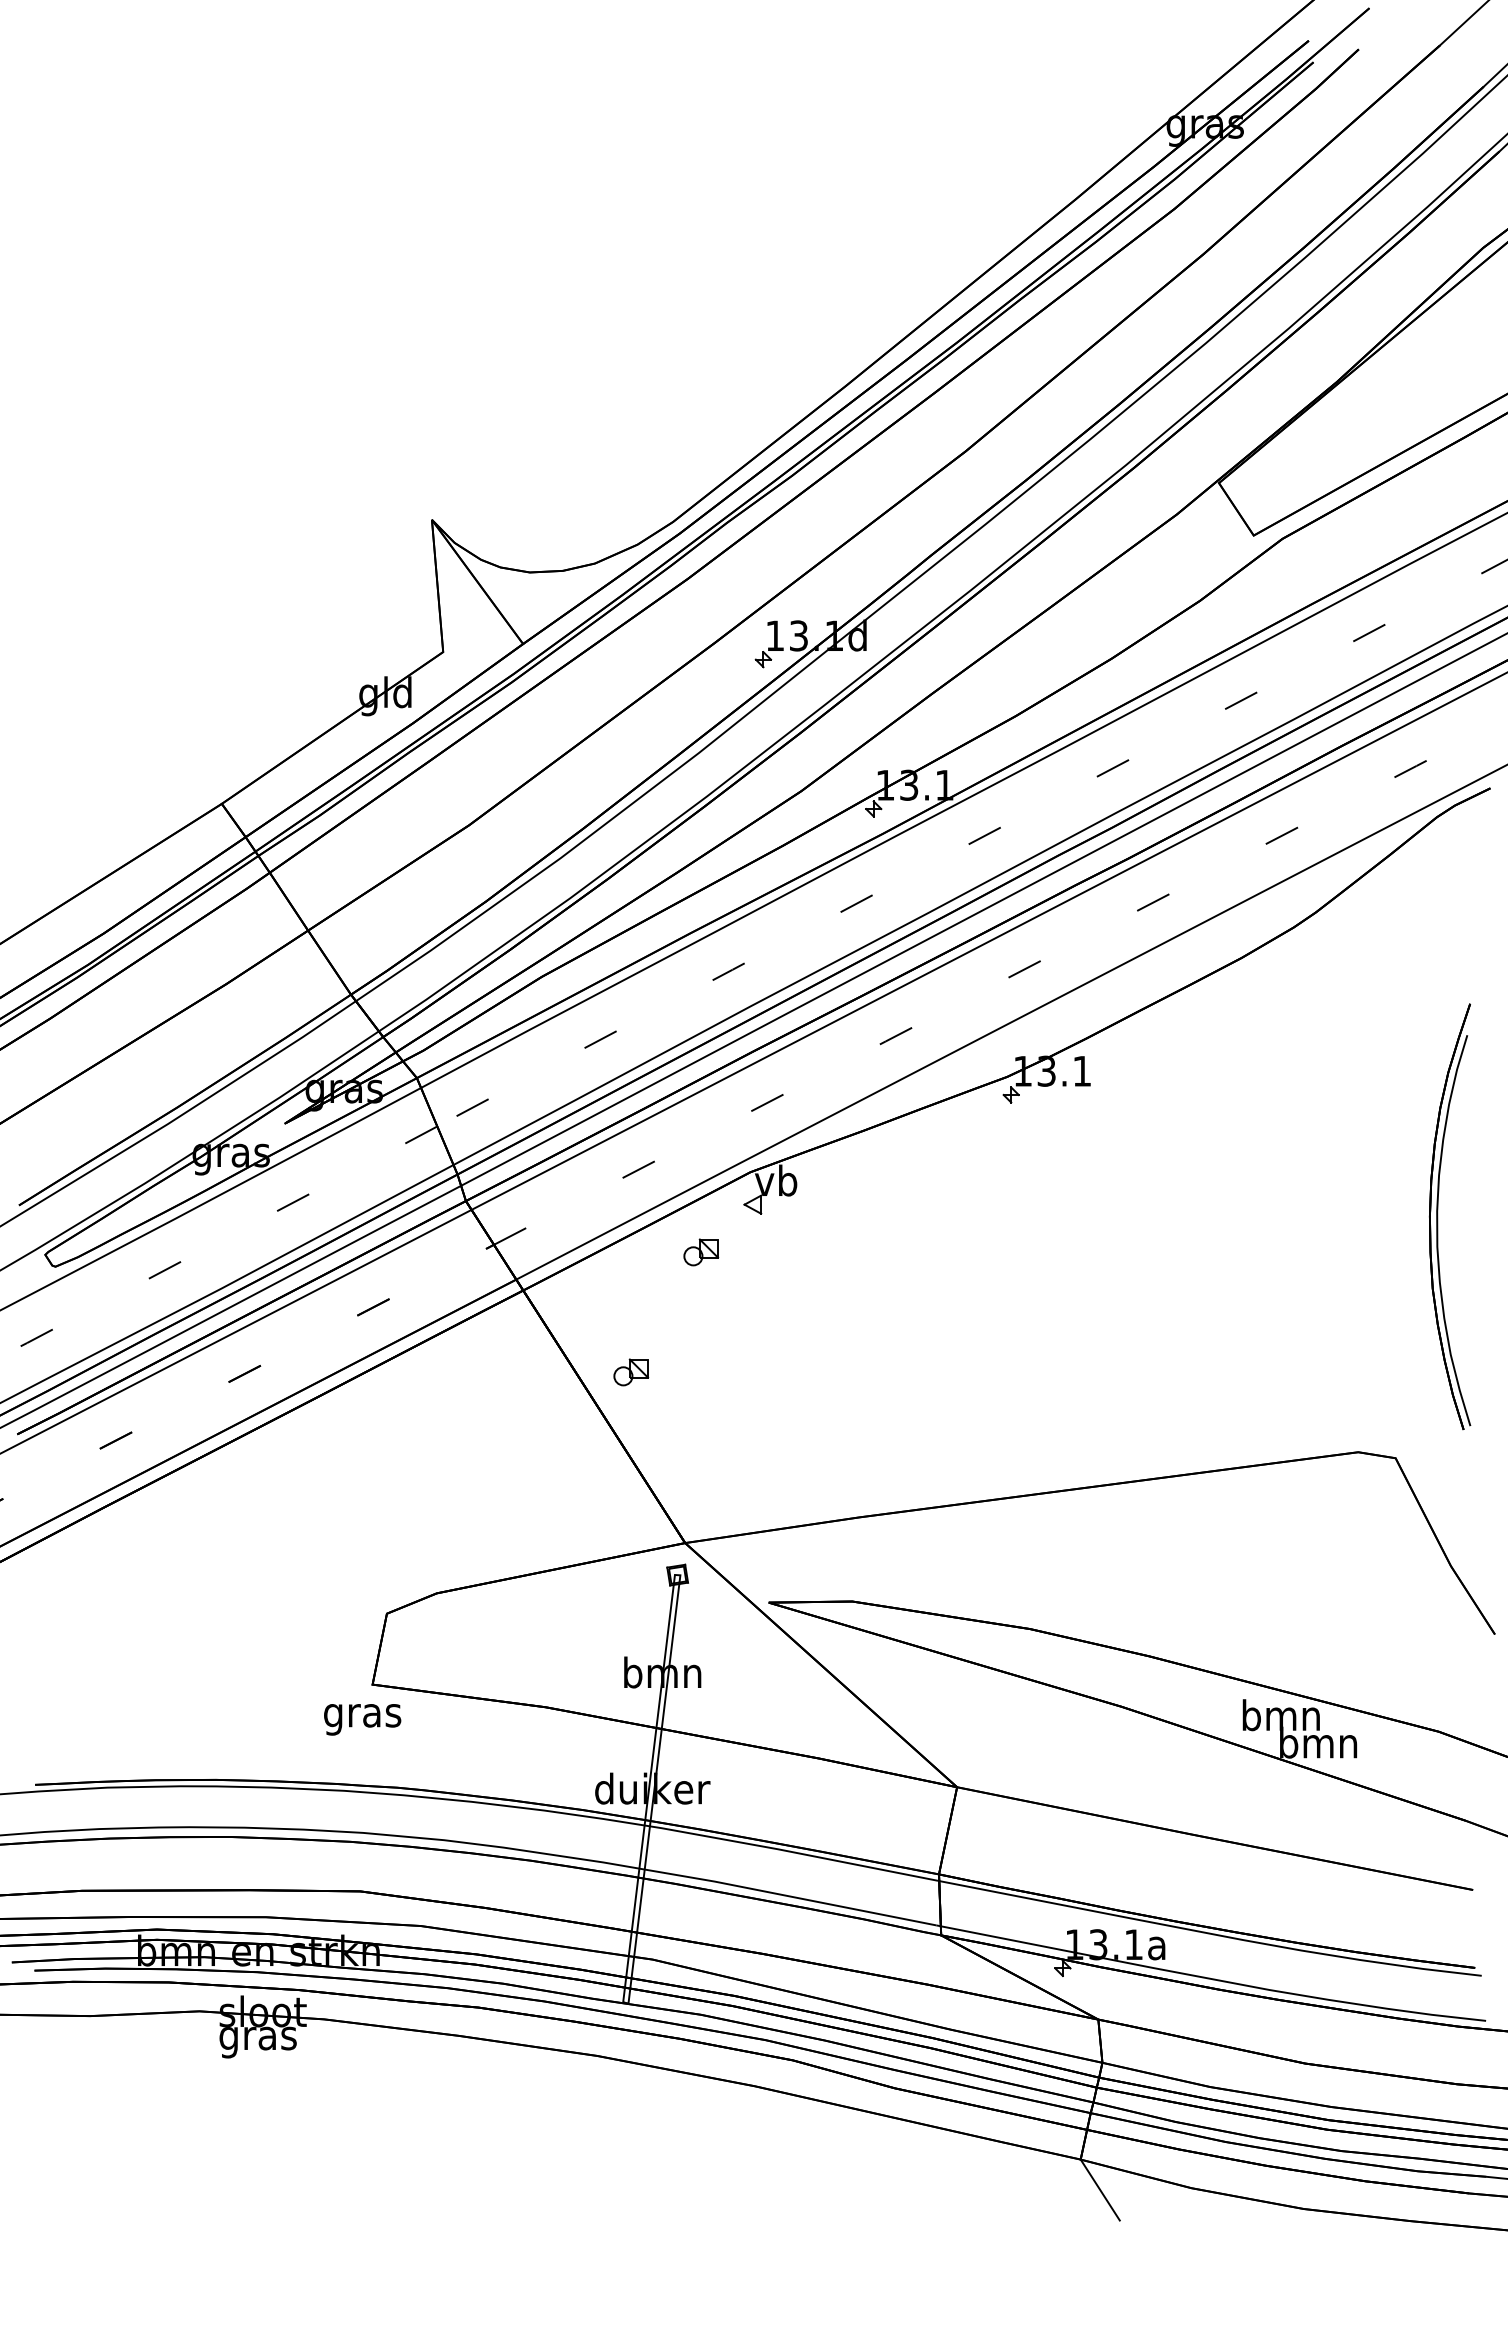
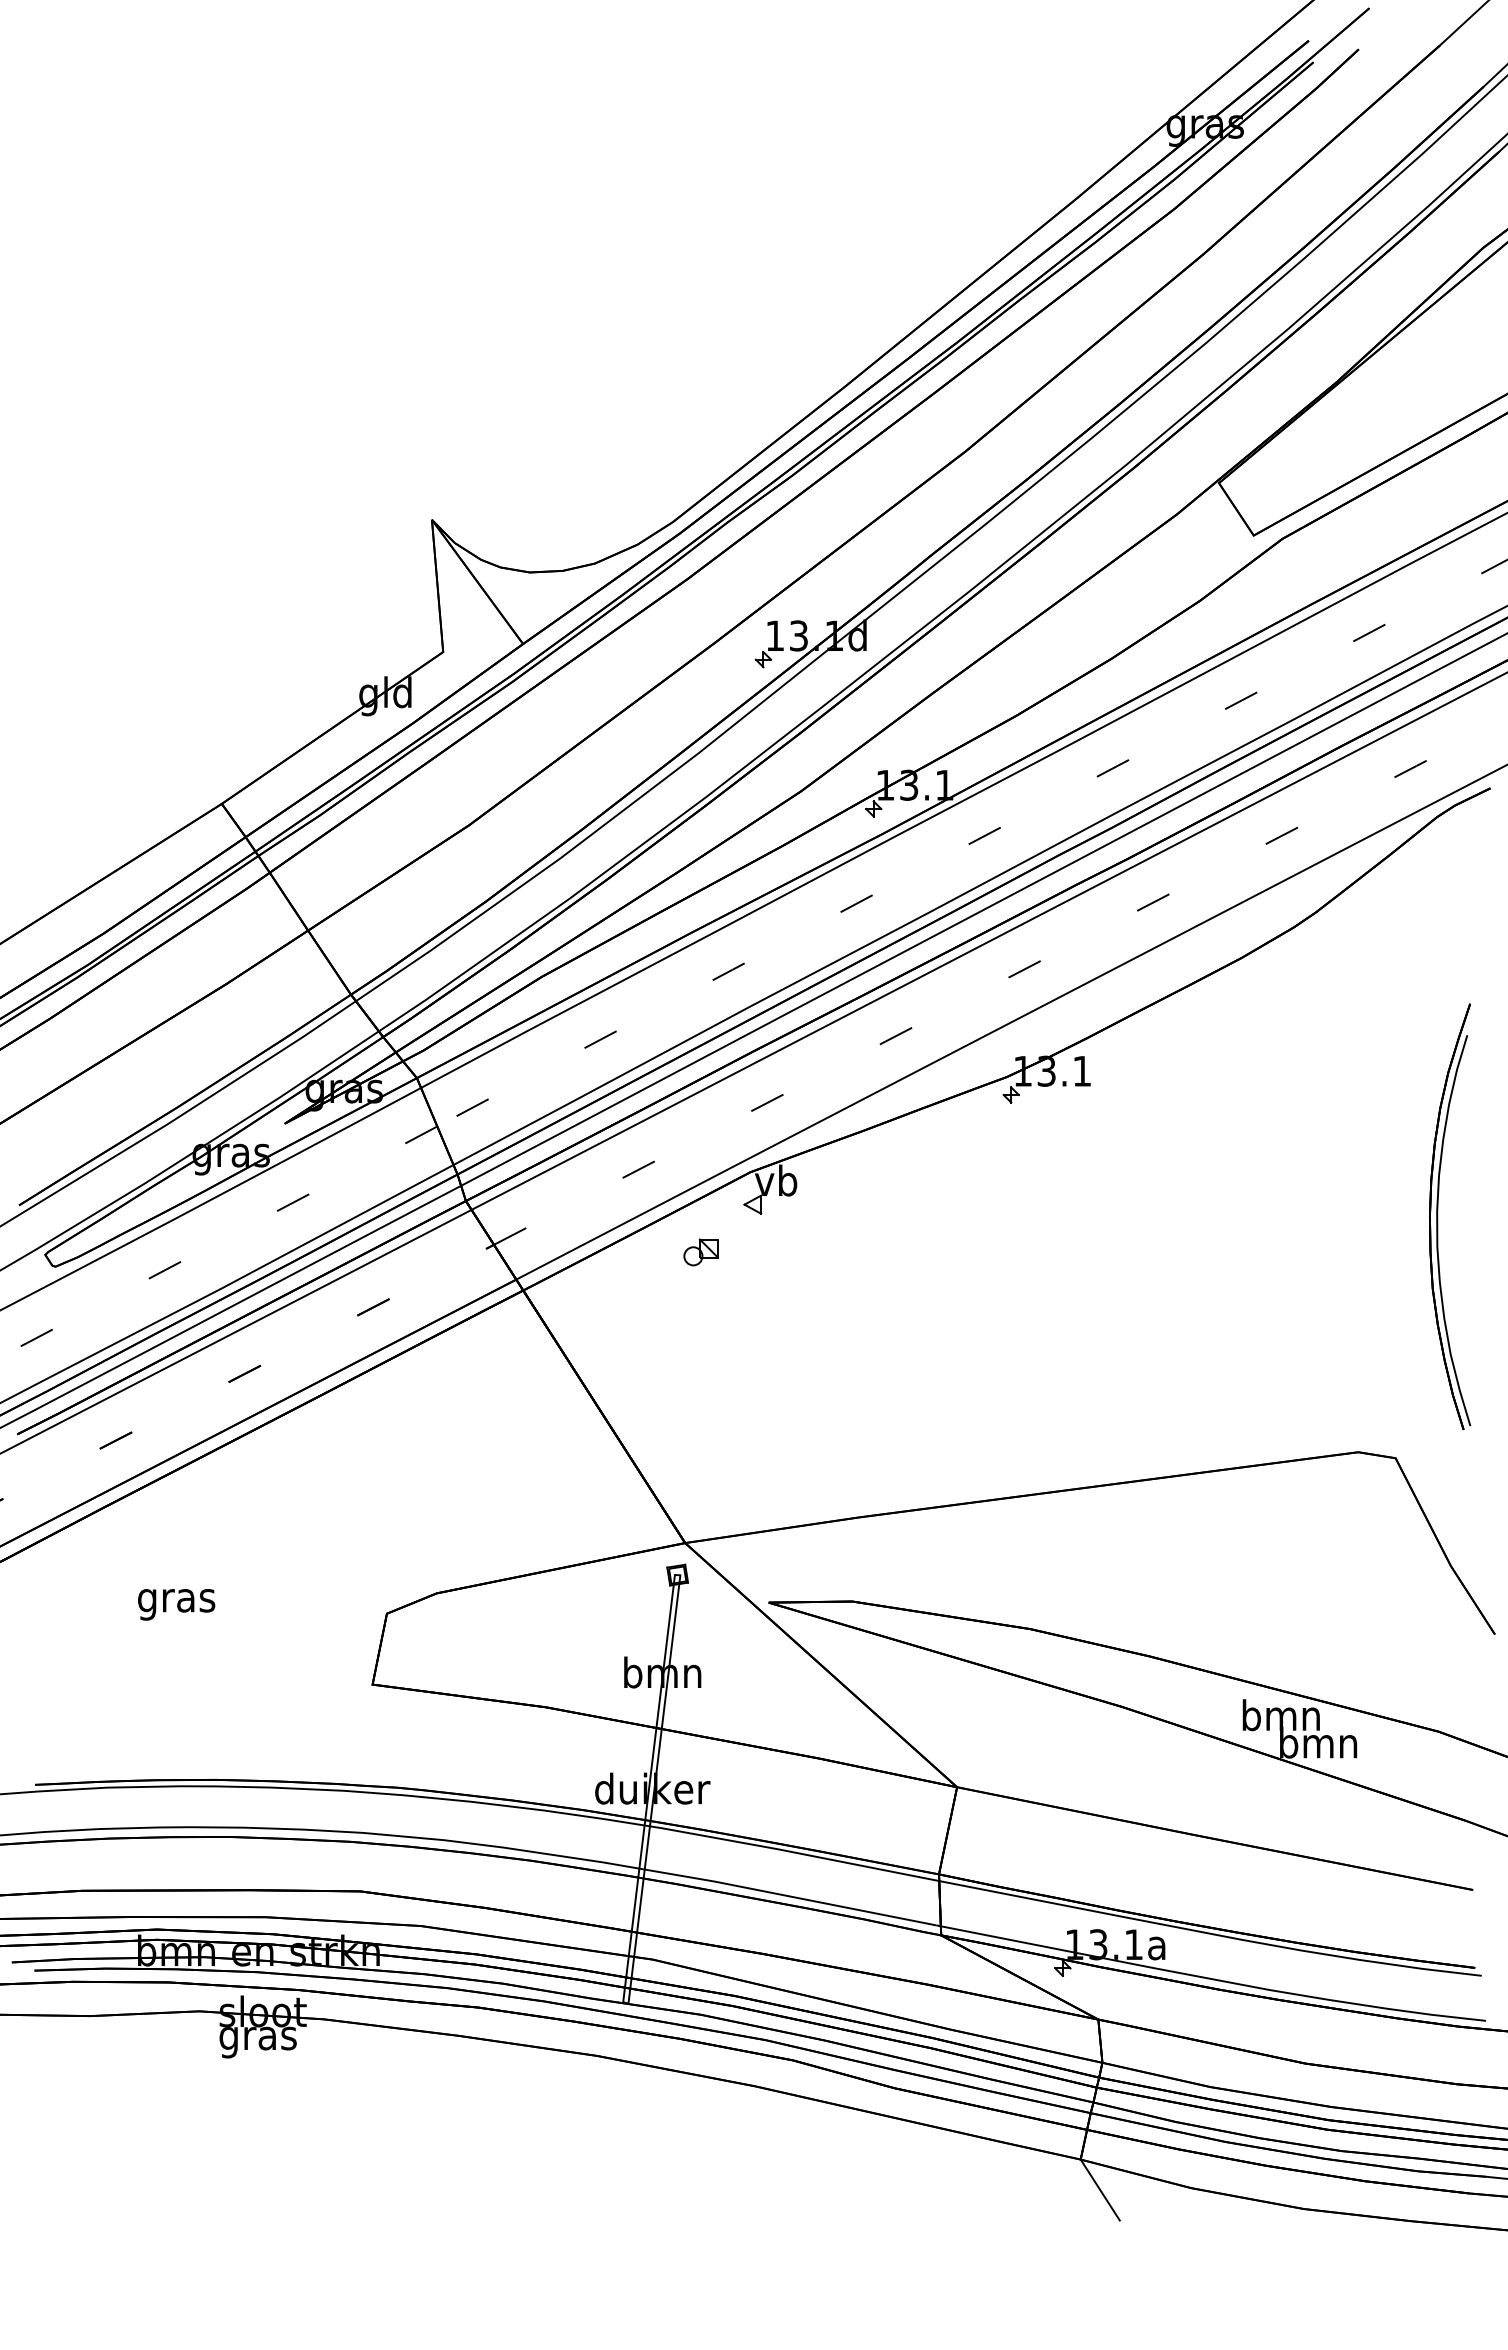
part at (631, 1372): present -> none
text at (362, 1719) position: (362, 1719) -> (176, 1604)
